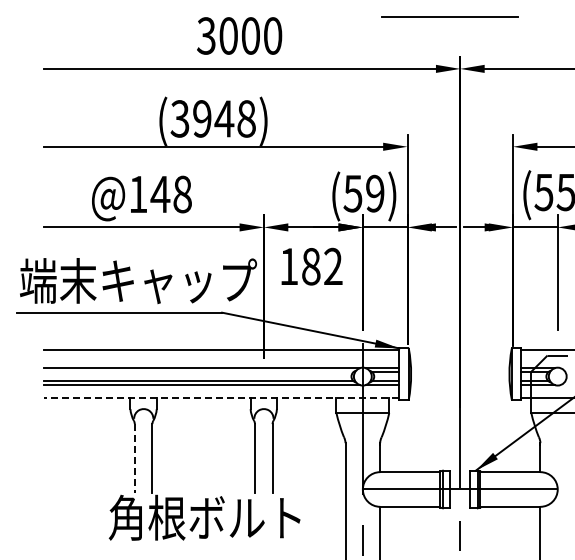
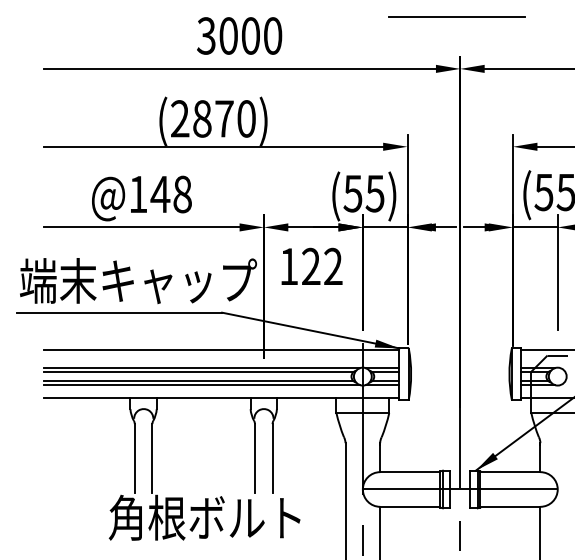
line at (449, 16) position: (449, 16) -> (456, 16)
text at (212, 118): (3948) -> (2870)
text at (374, 193): (59) -> (55)
text at (311, 266): 182 -> 122
line at (198, 371): none -> present
line at (221, 398): dashed -> solid
line at (134, 459): dashed -> solid
